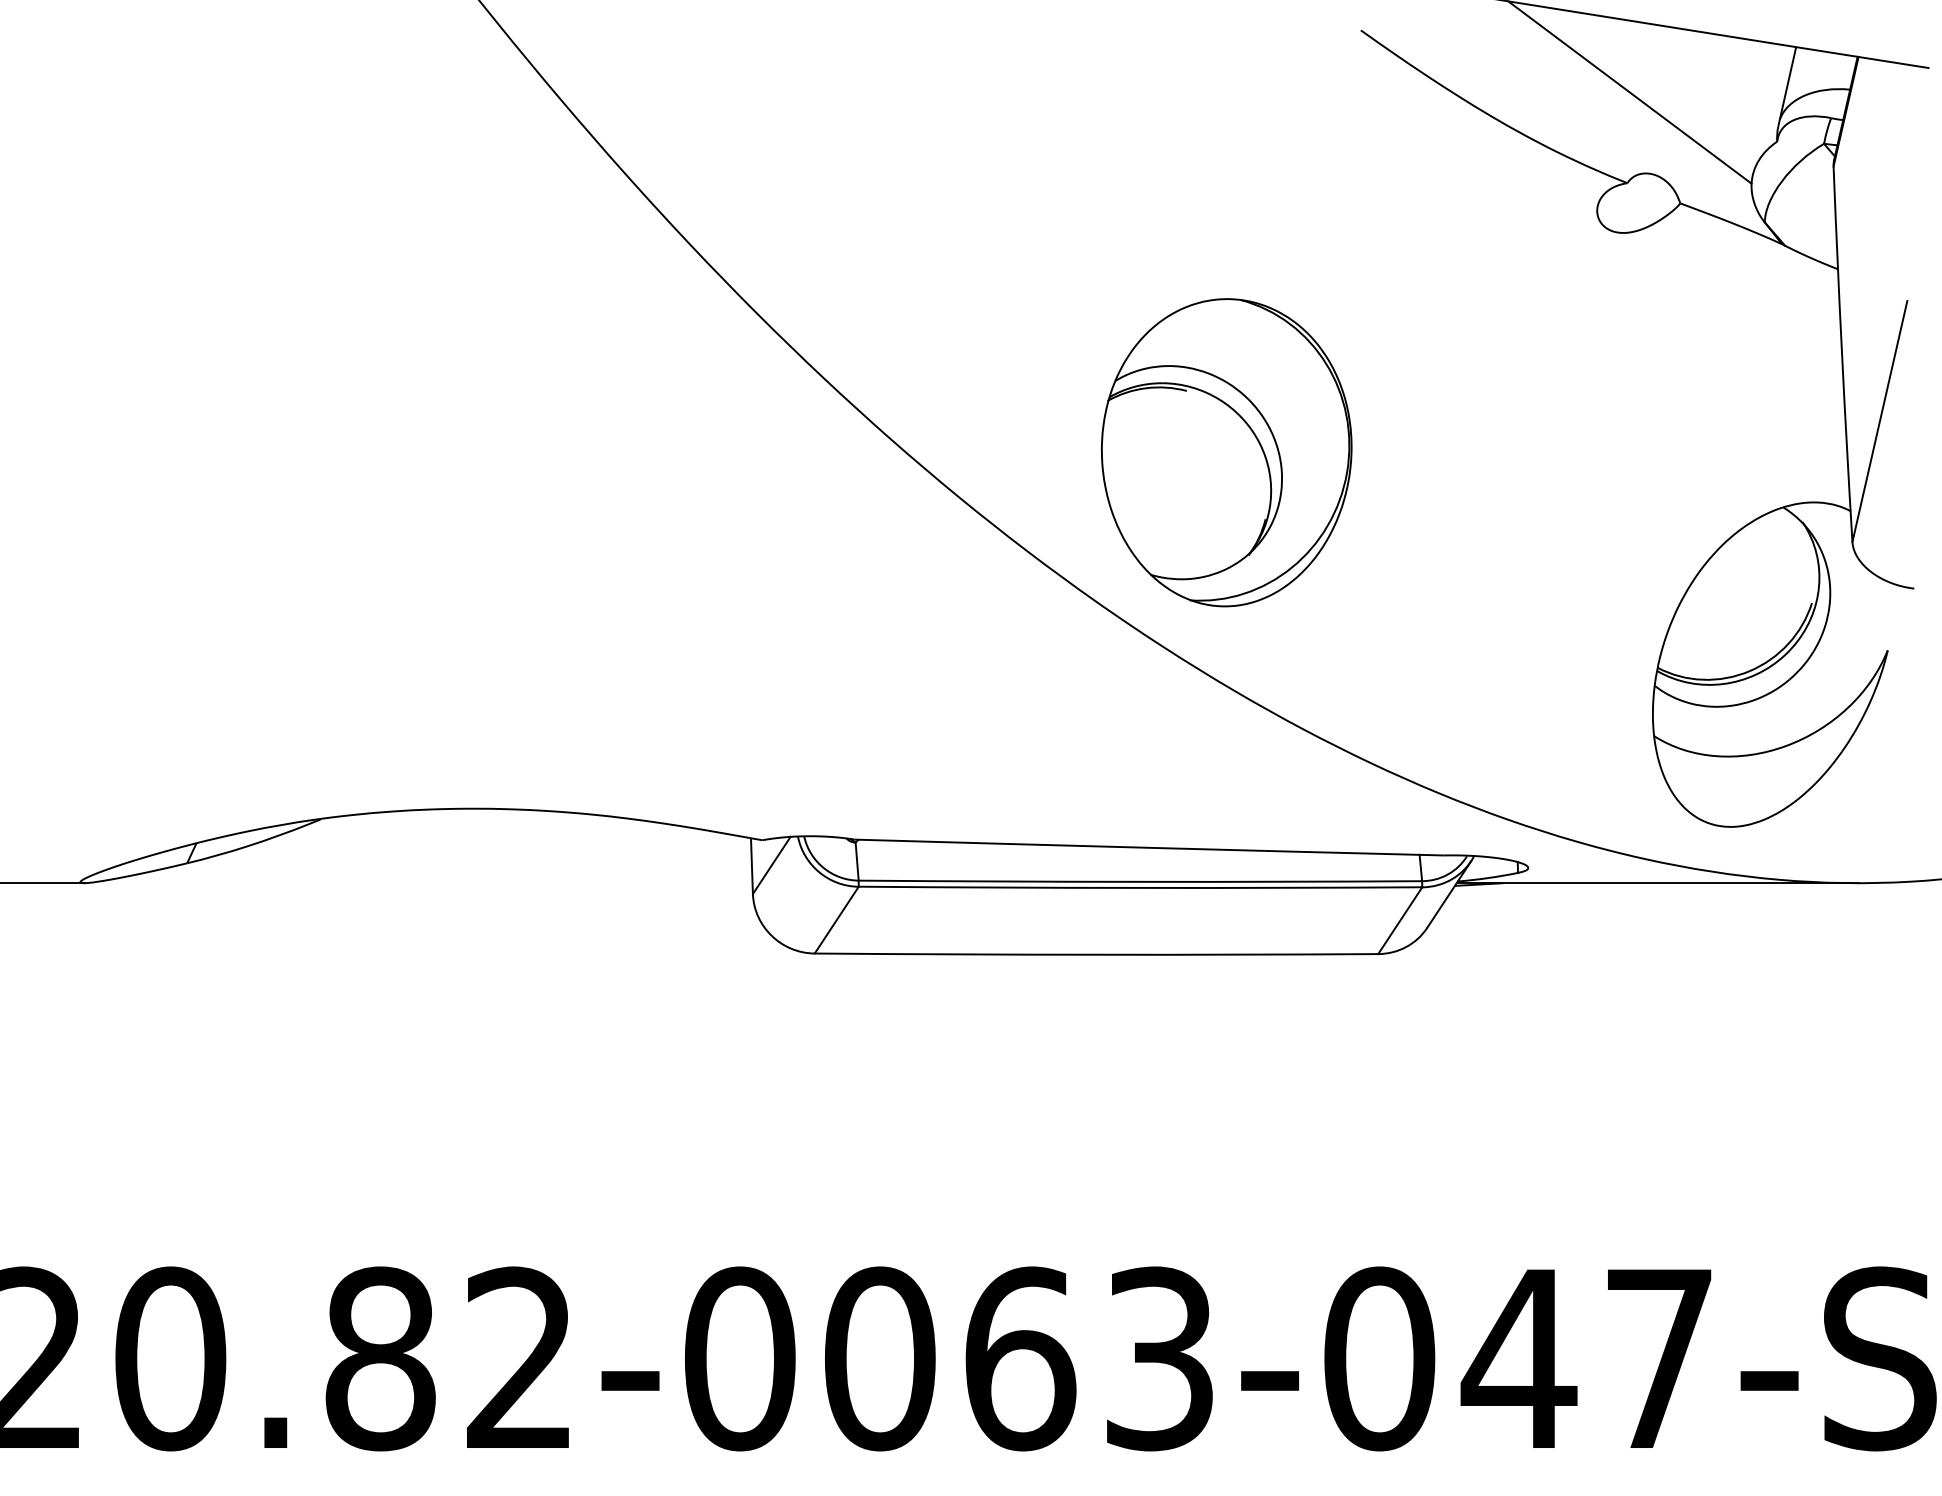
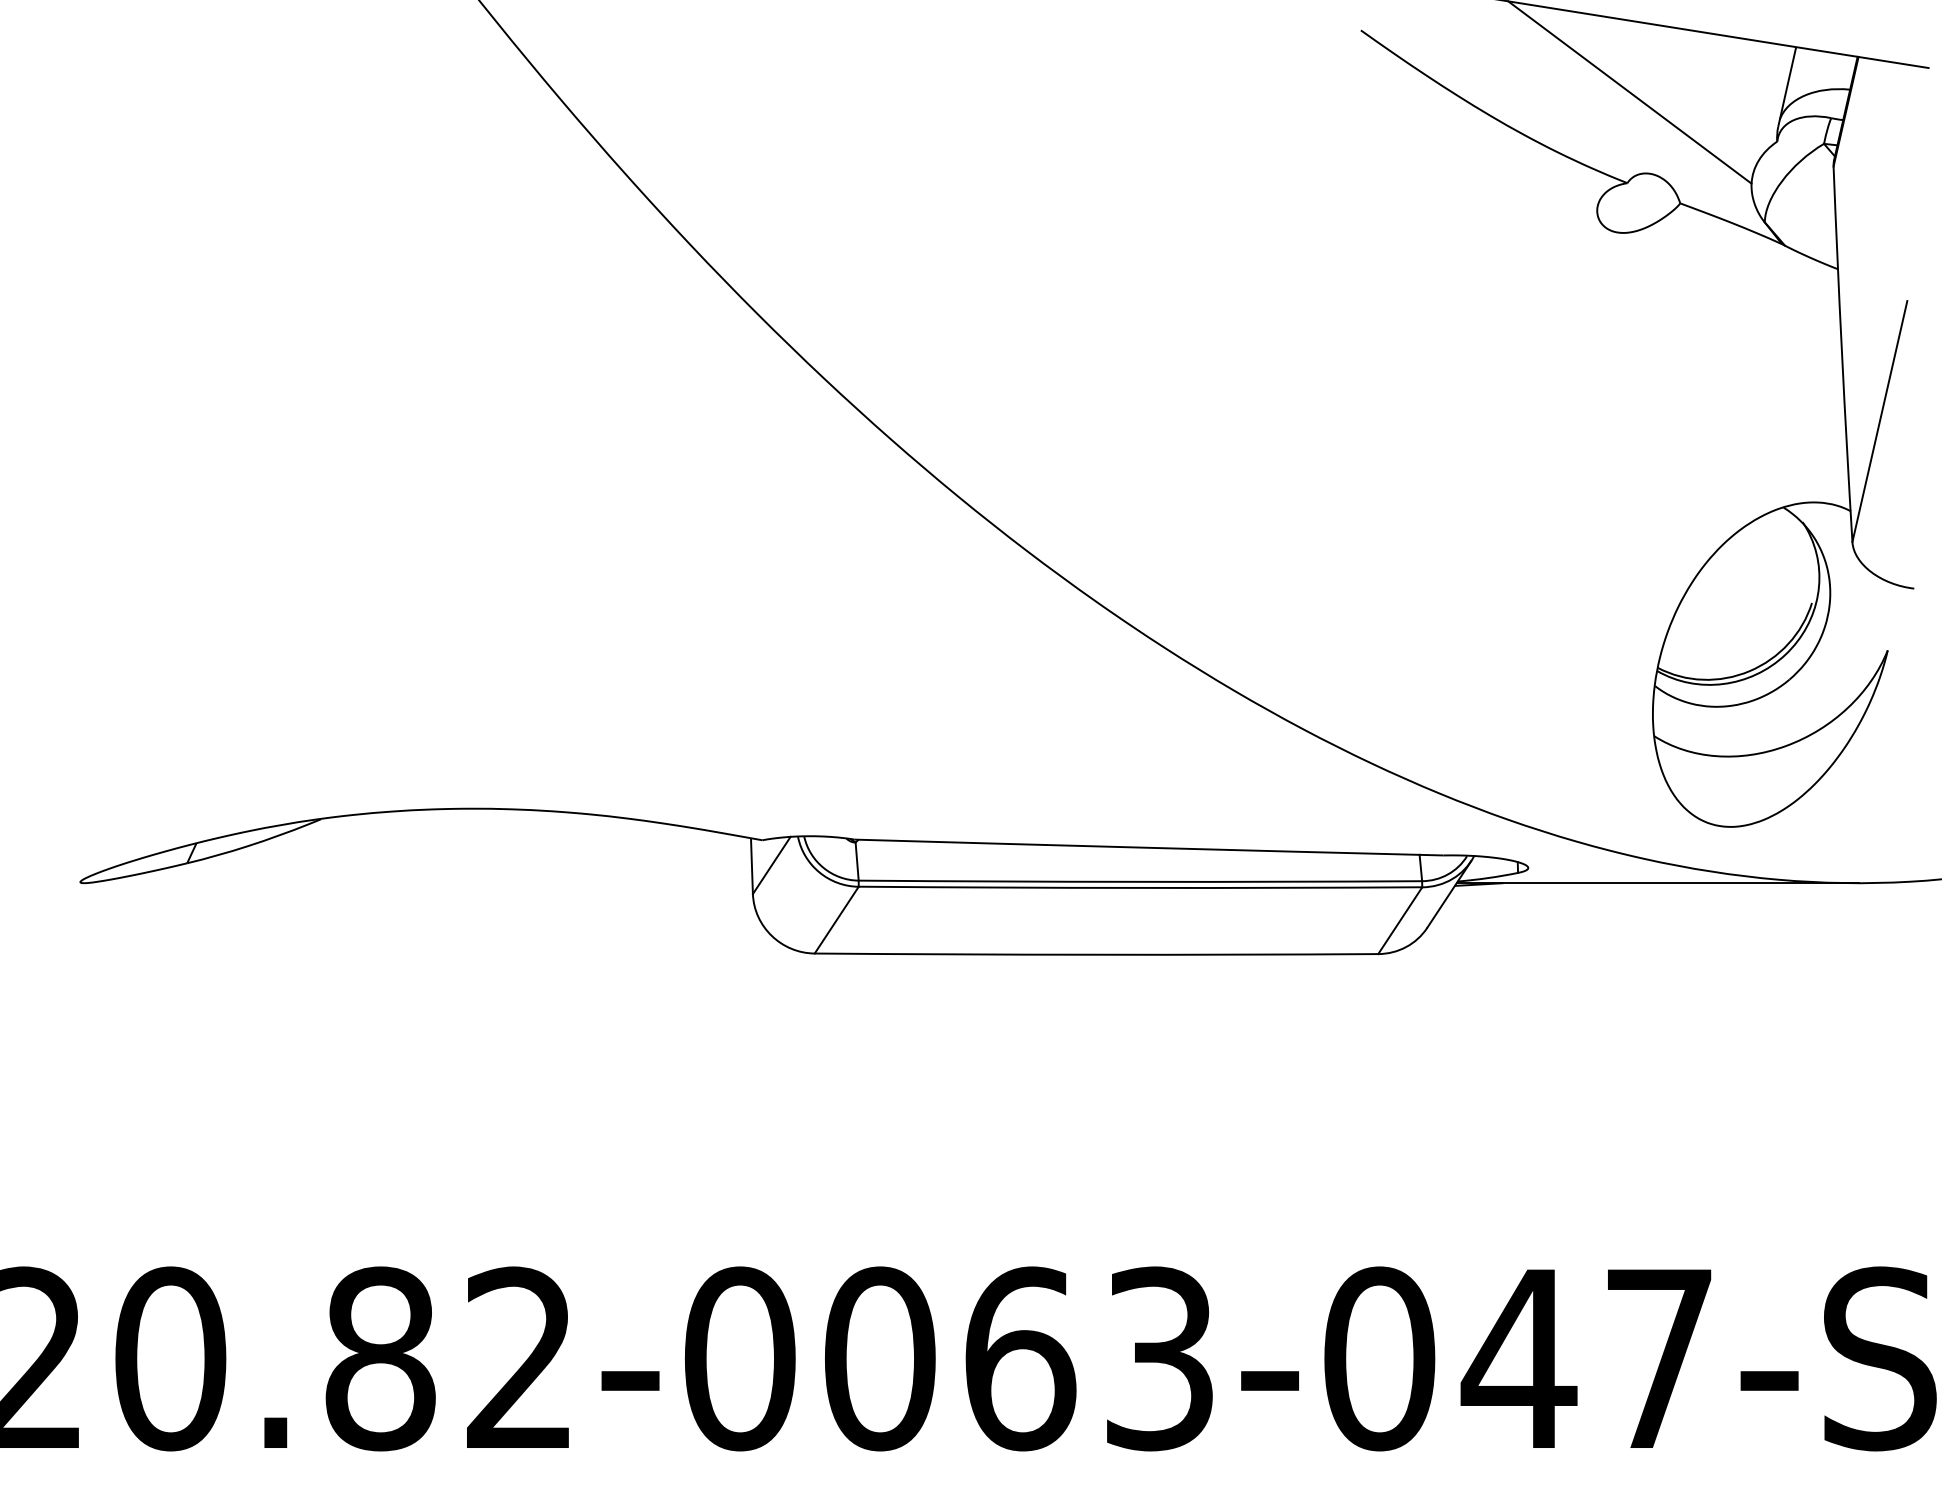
part at (1226, 452): present -> none
line at (43, 883): present -> none
